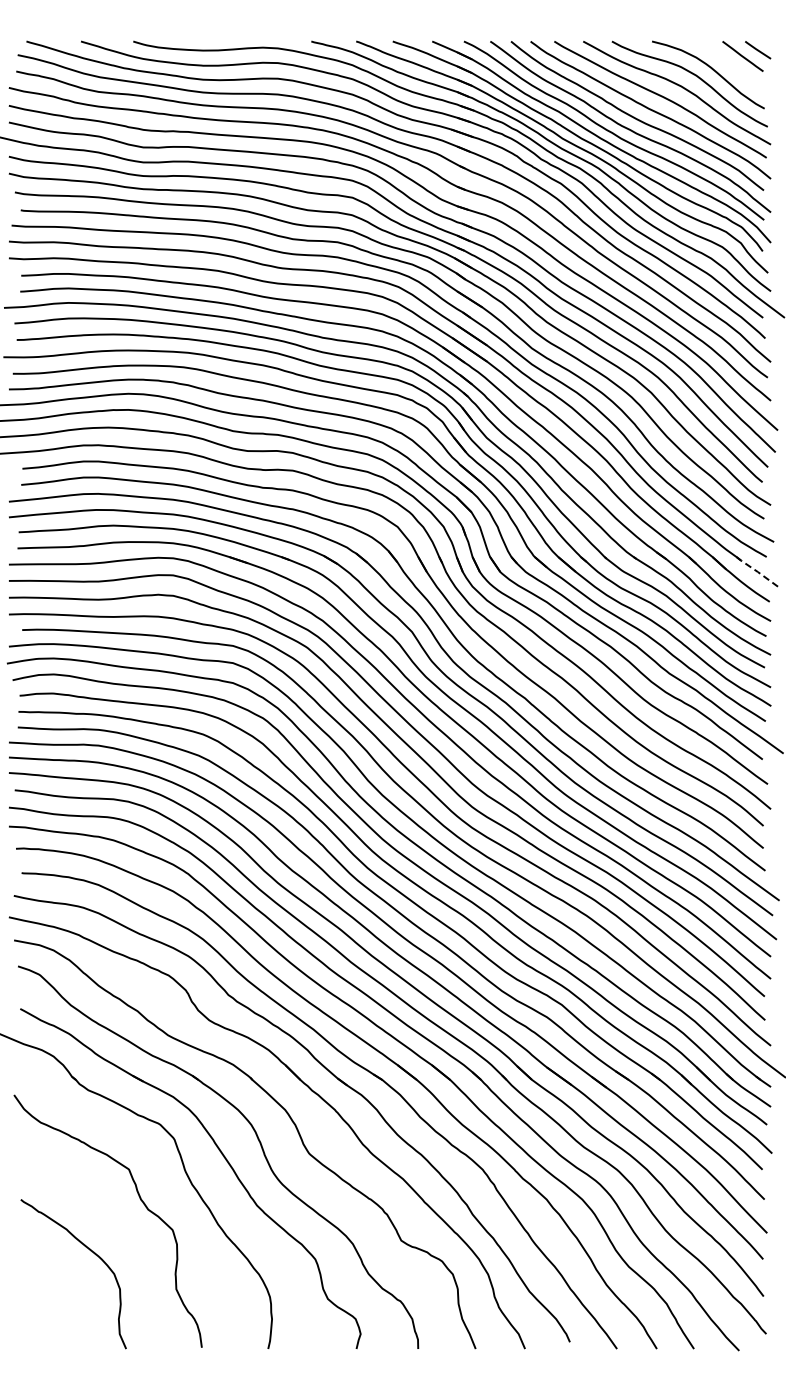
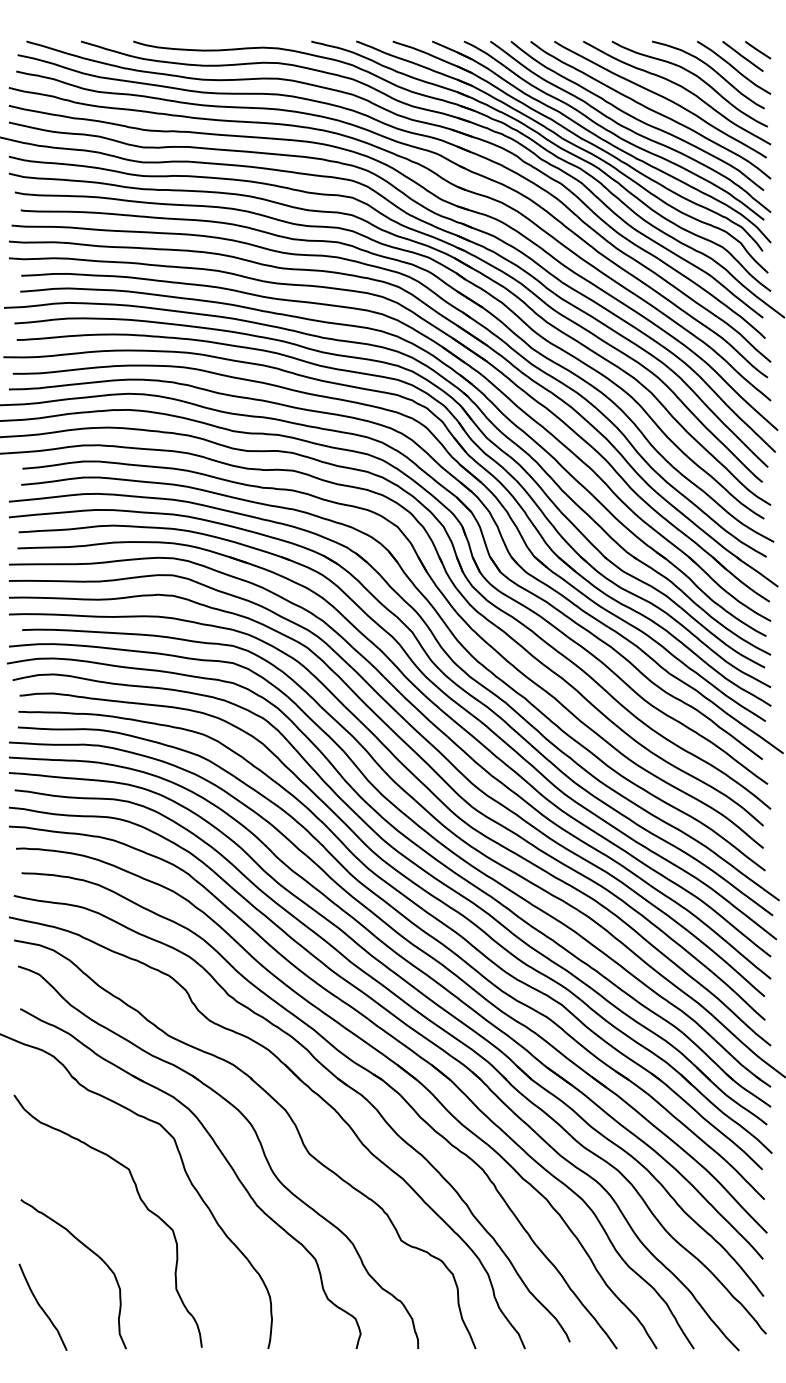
curve at (734, 67): none -> present
line at (757, 571): dashed -> solid
curve at (41, 1306): none -> present
